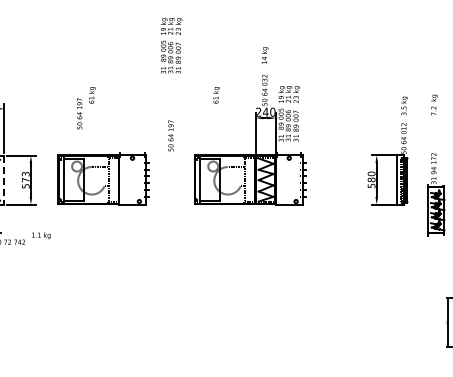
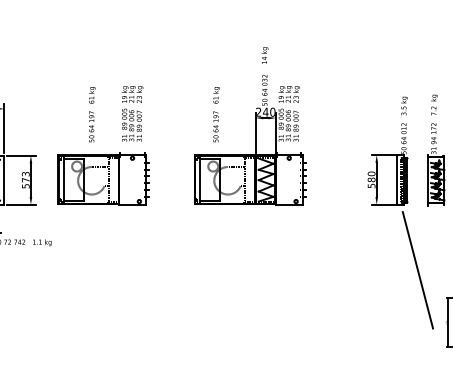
text at (171, 45) position: (171, 45) -> (132, 113)
text at (79, 113) position: (79, 113) -> (91, 126)
text at (170, 135) position: (170, 135) -> (215, 126)
line at (4, 180): dashed -> solid
part at (436, 194) position: (436, 194) -> (436, 164)
text at (41, 235) position: (41, 235) -> (42, 242)
line at (417, 270): none -> present
